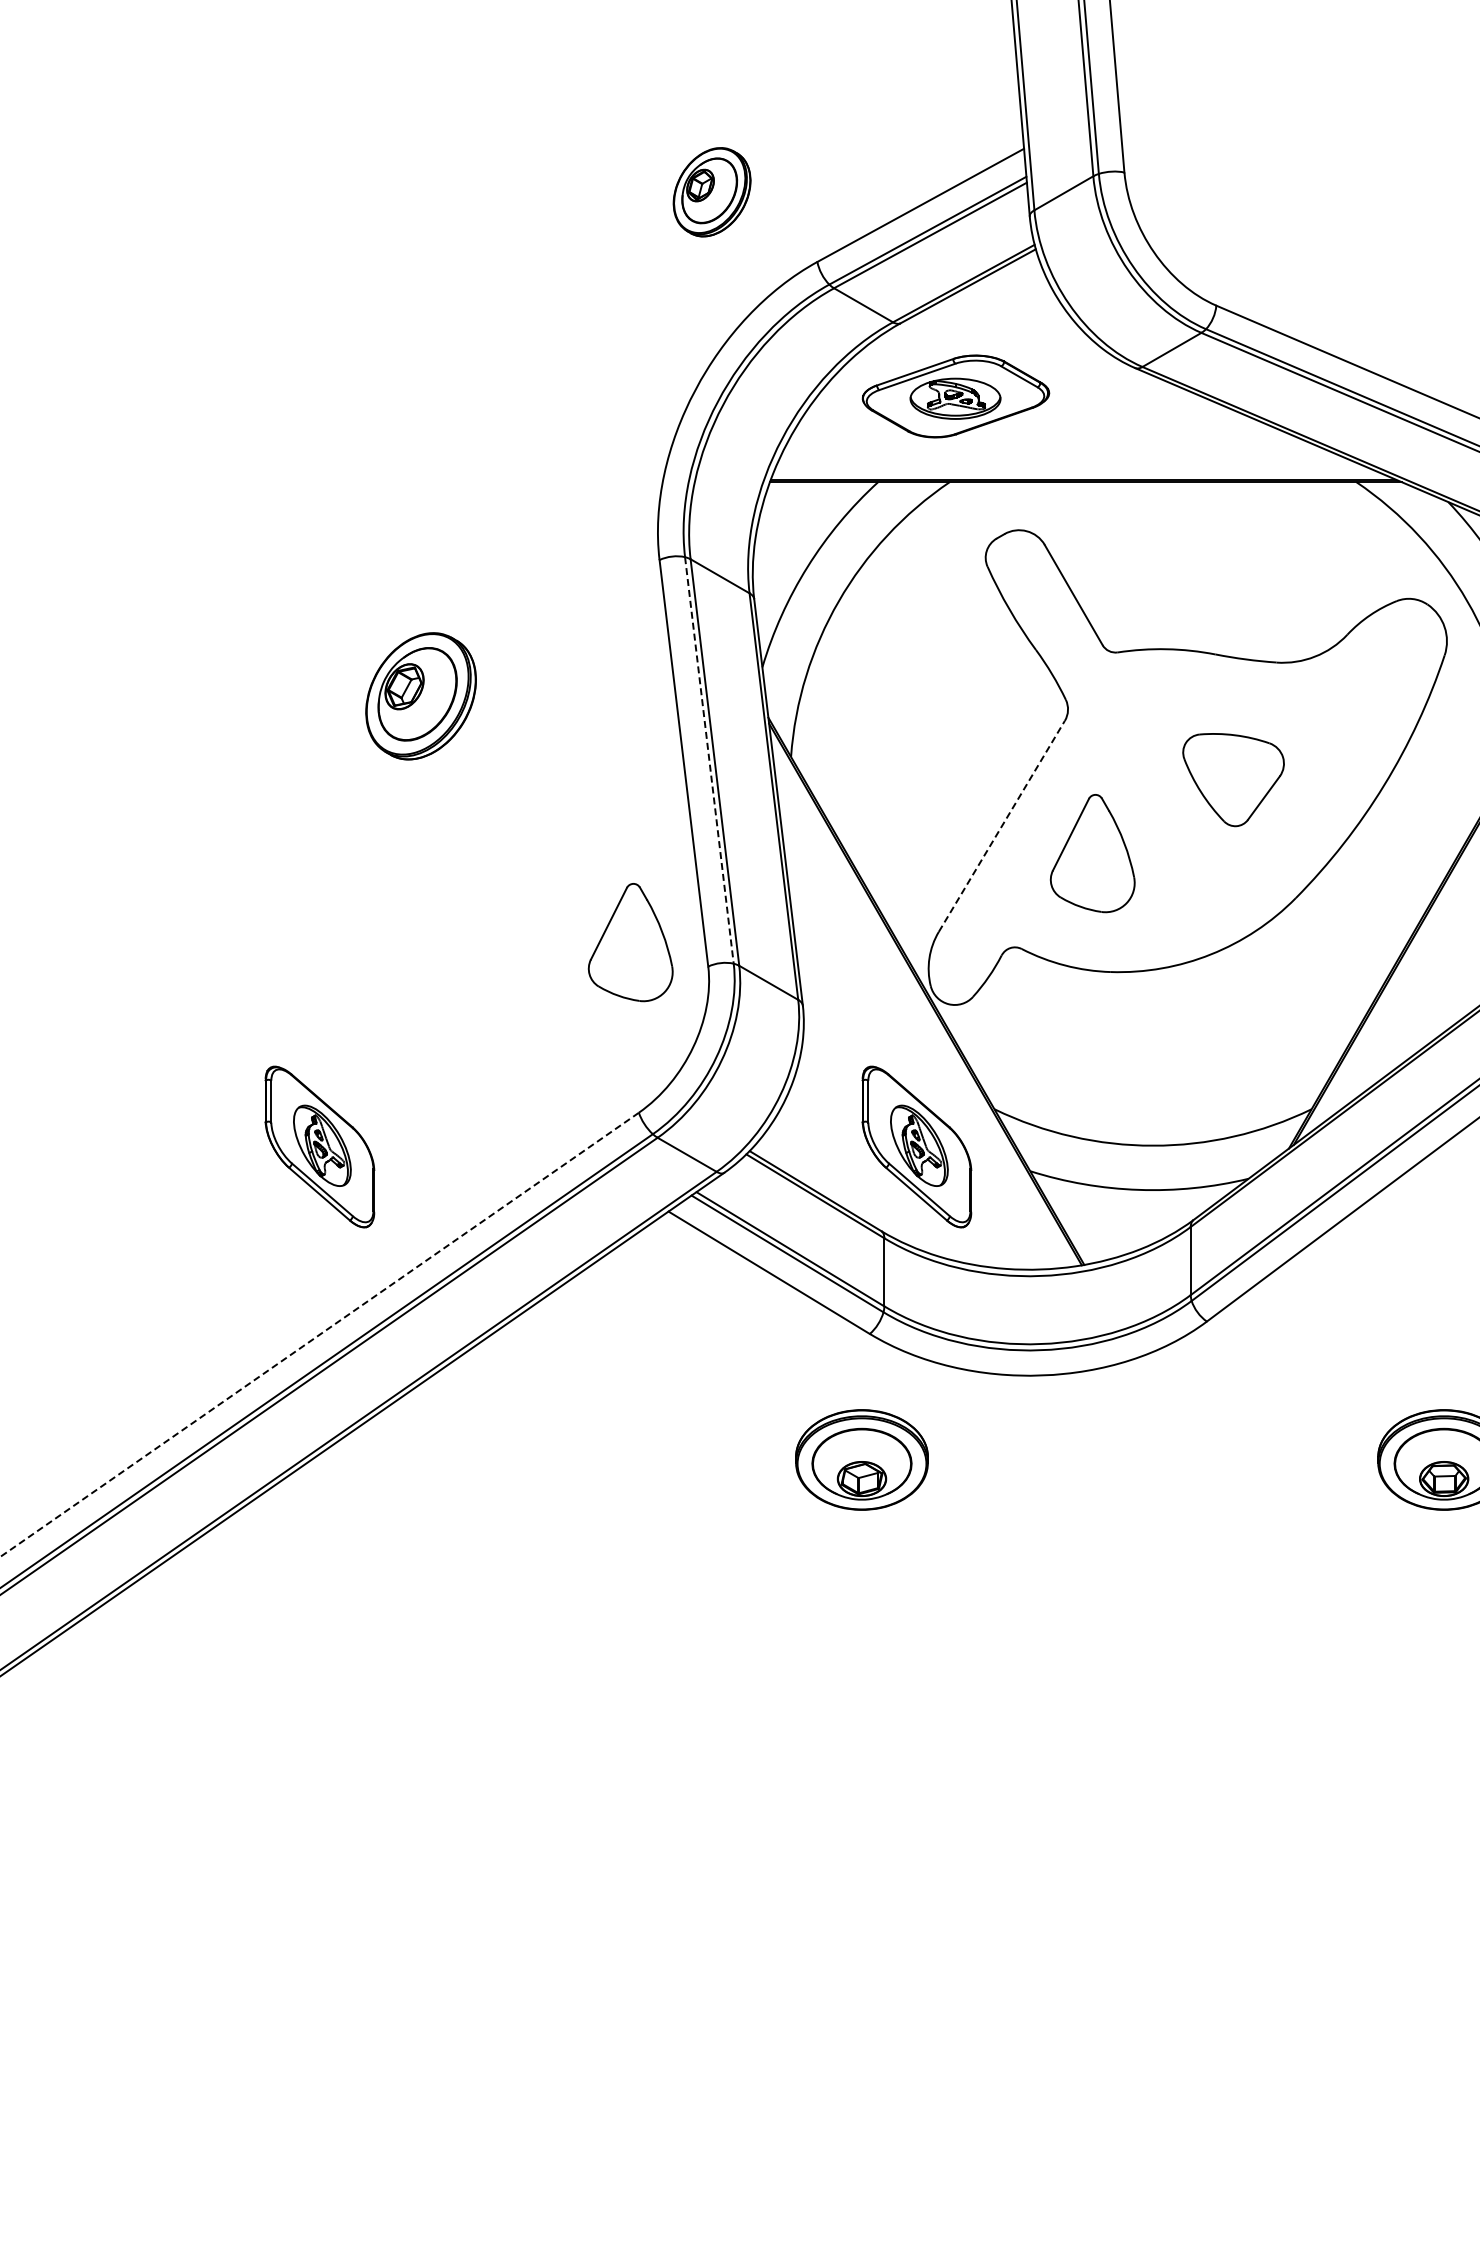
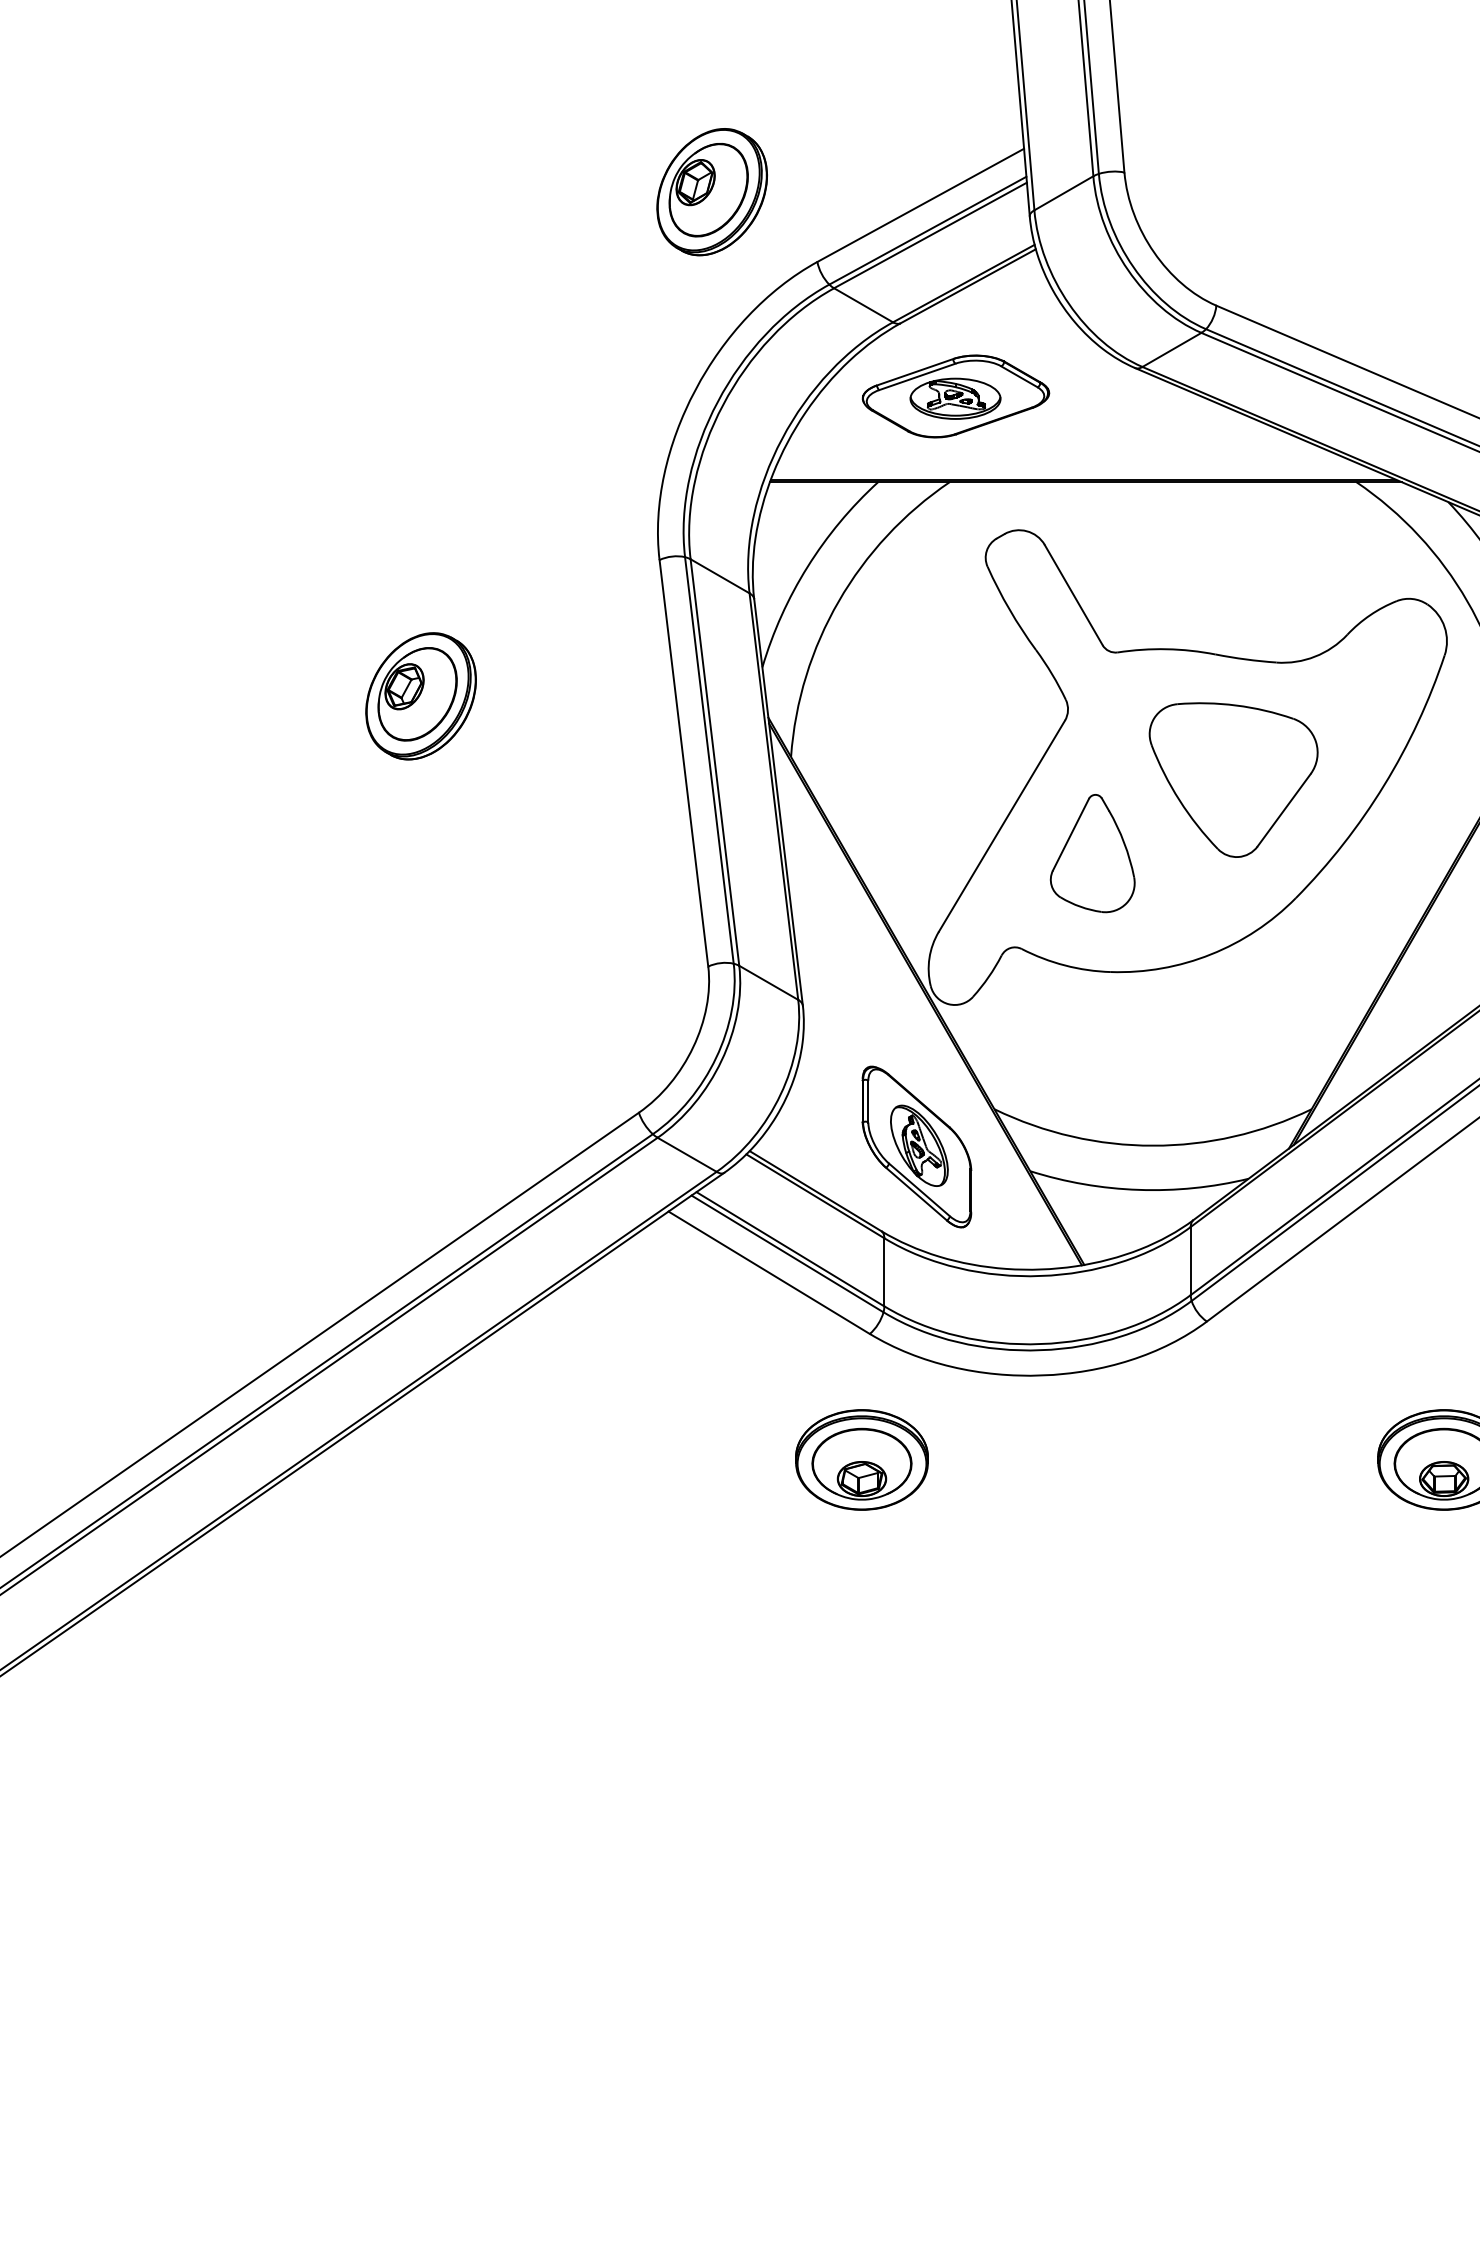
part at (711, 192) size: 80x91 px -> 112x129 px
line at (709, 760): dashed -> solid
part at (1233, 780) size: 103x95 px -> 171x156 px
line at (1001, 826): dashed -> solid
part at (630, 942): present -> none
part at (319, 1146): present -> none
line at (319, 1334): dashed -> solid
